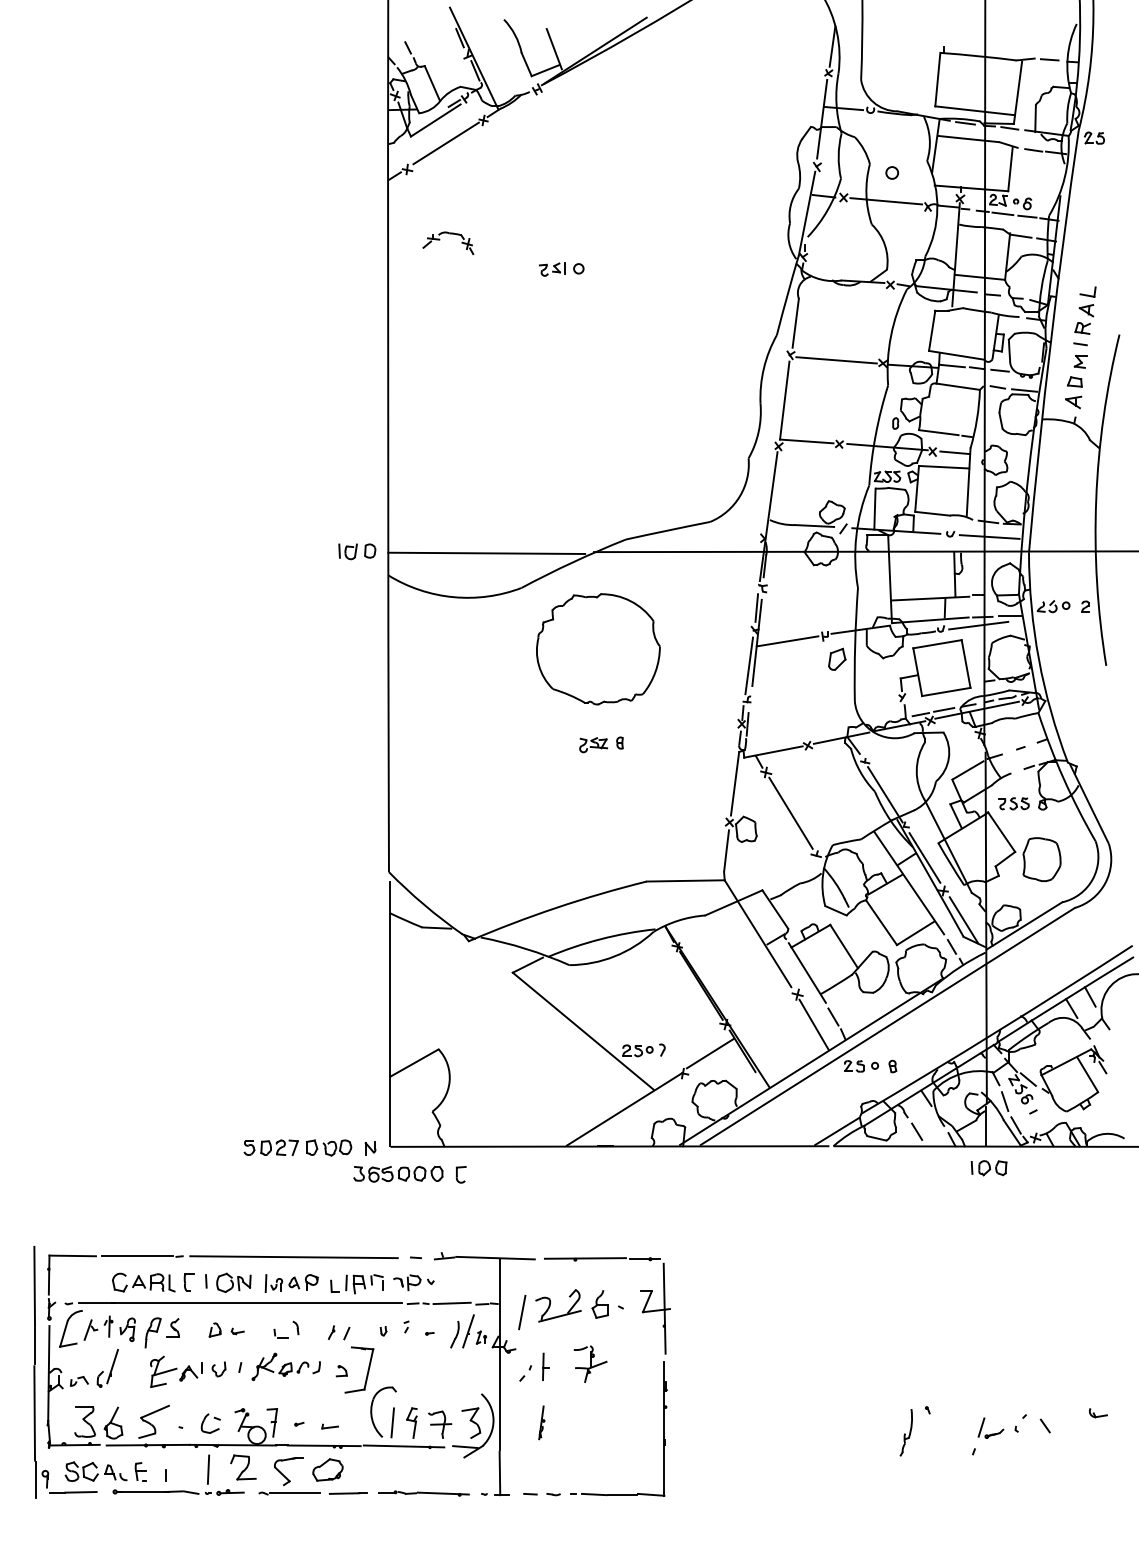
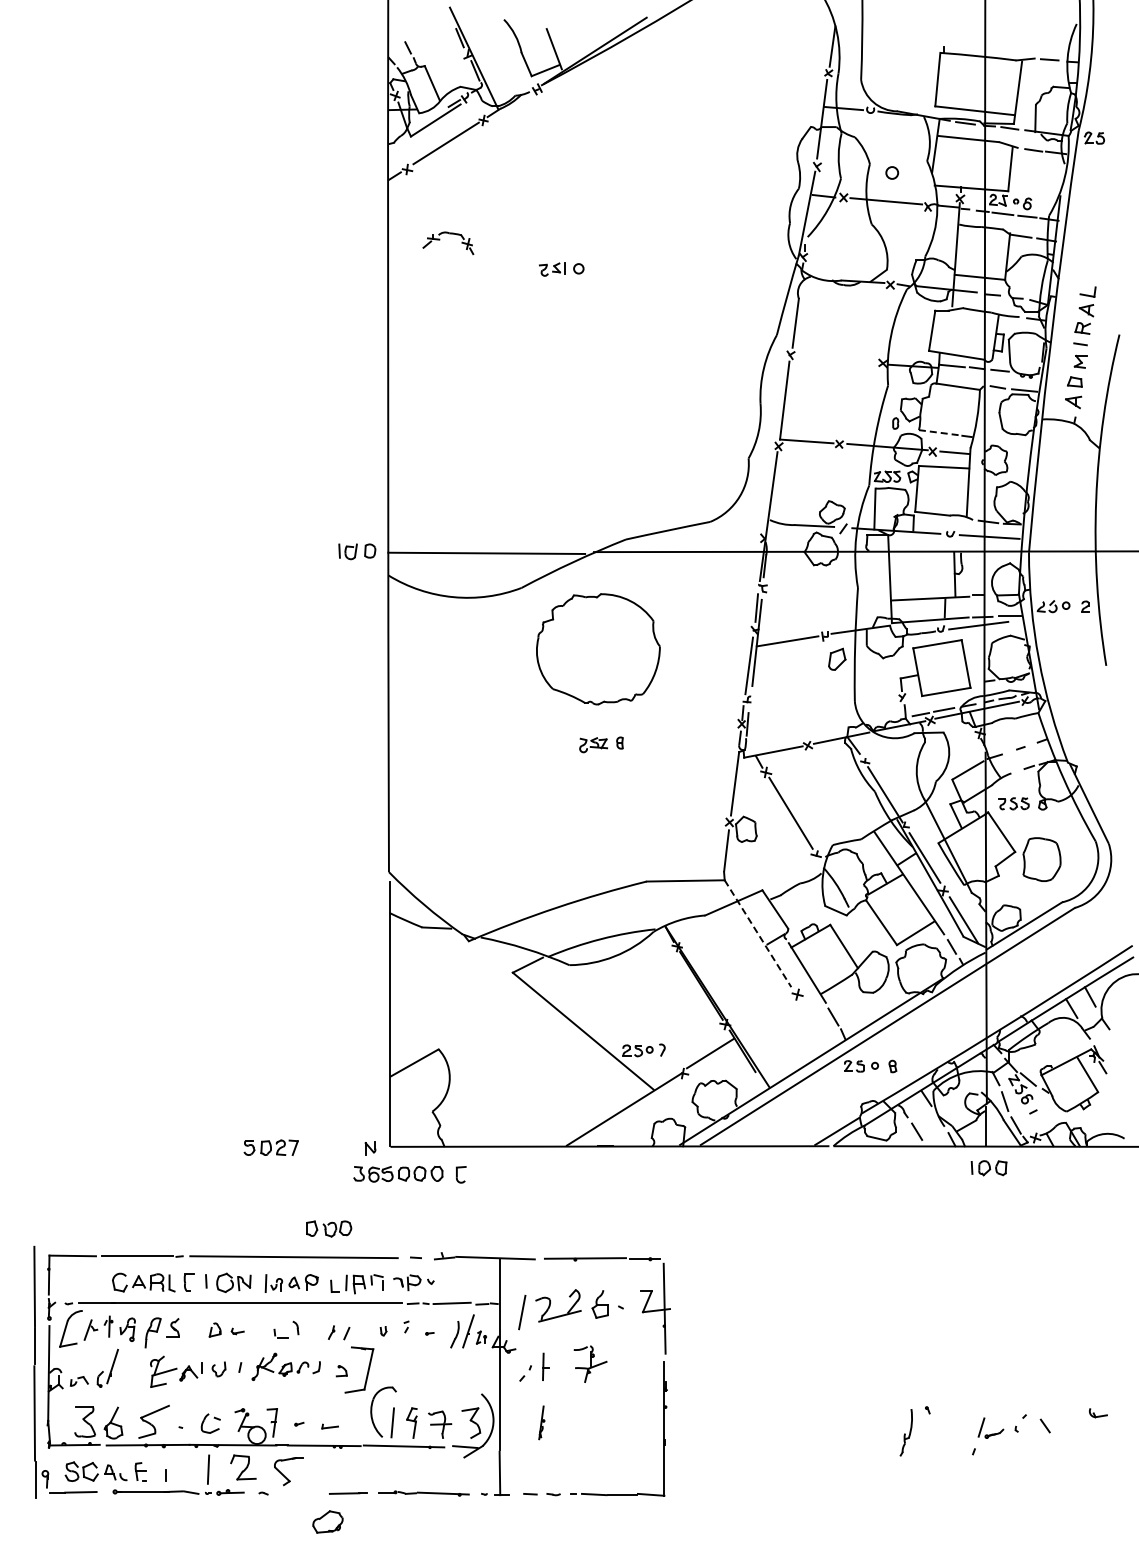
line at (836, 360): present -> none
line at (938, 432): solid -> dashed
line at (758, 933): solid -> dashed
line at (813, 1024): present -> none
part at (329, 1147) position: (329, 1147) -> (329, 1228)
part at (327, 1469) position: (327, 1469) -> (327, 1521)
line at (294, 1493): present -> none
